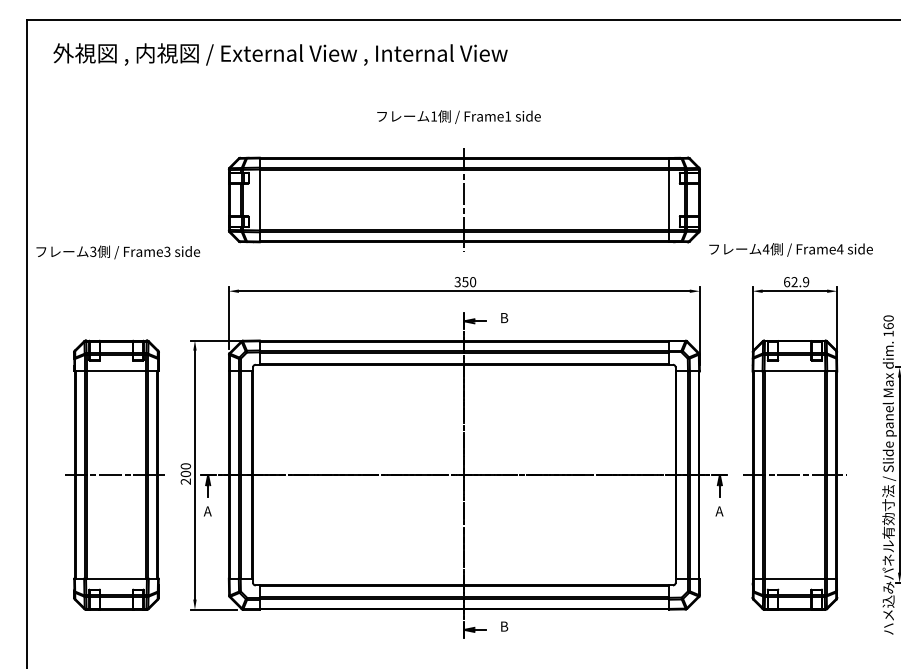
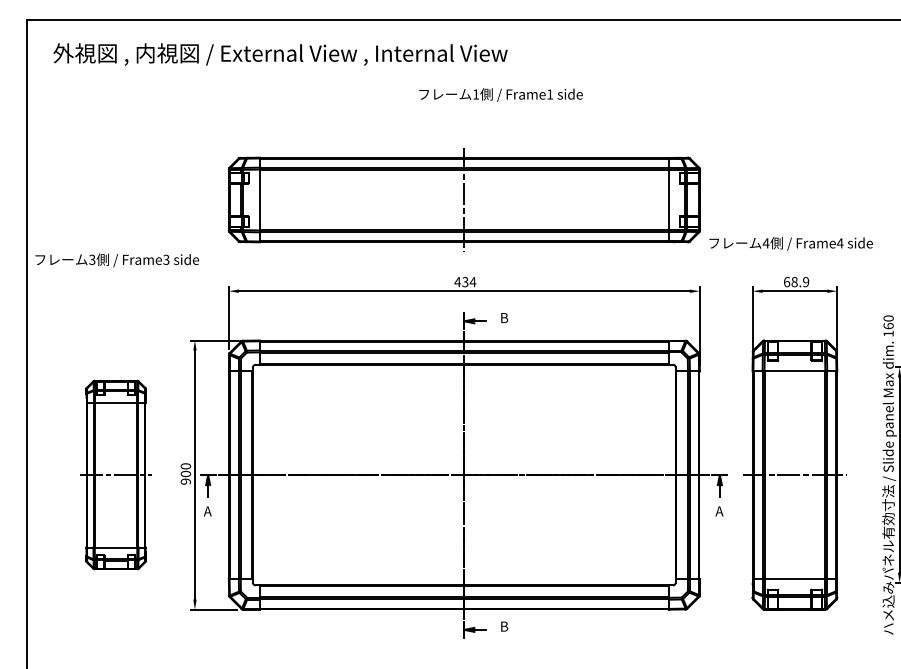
text at (458, 116) position: (458, 116) -> (500, 94)
text at (790, 249) position: (790, 249) -> (790, 243)
text at (118, 252) position: (118, 252) -> (117, 260)
text at (465, 282): 350 -> 434
text at (794, 282): 62.9 -> 68.9
part at (114, 474) size: 100x272 px -> 72x192 px
text at (186, 481): 200 -> 900
